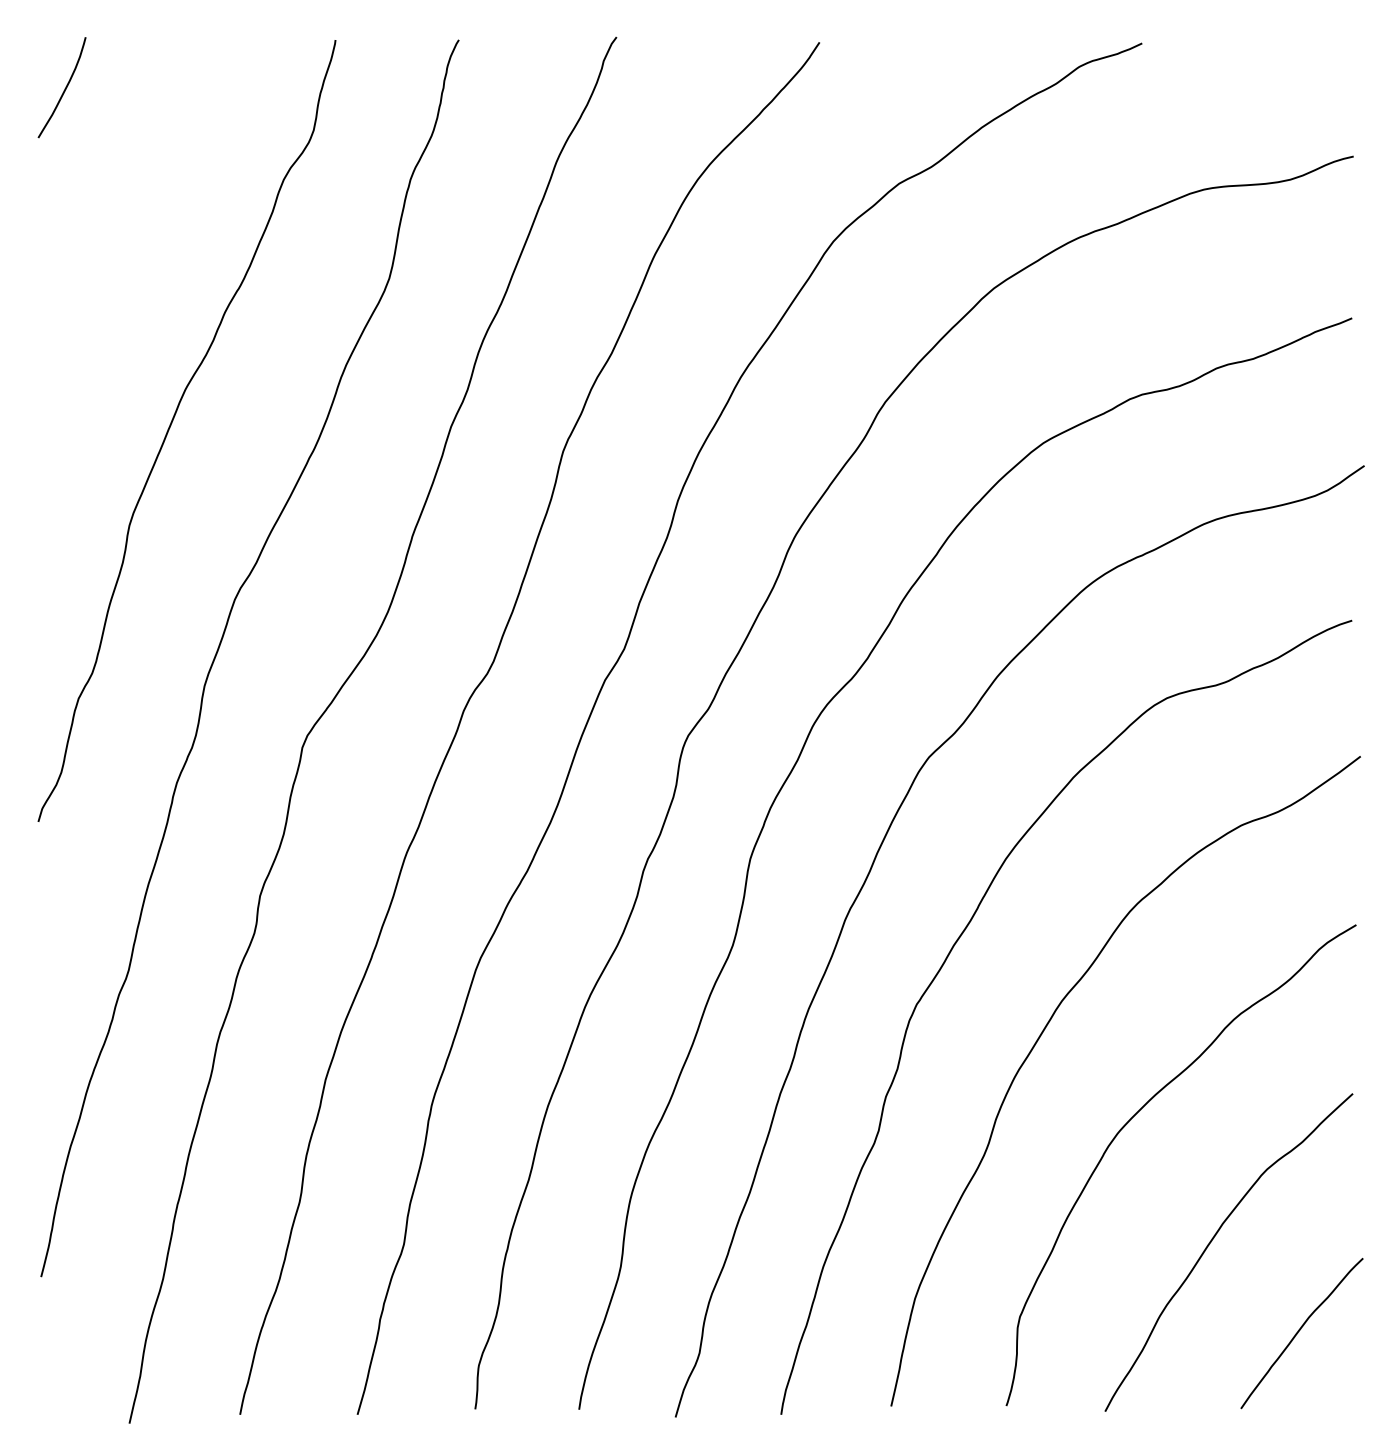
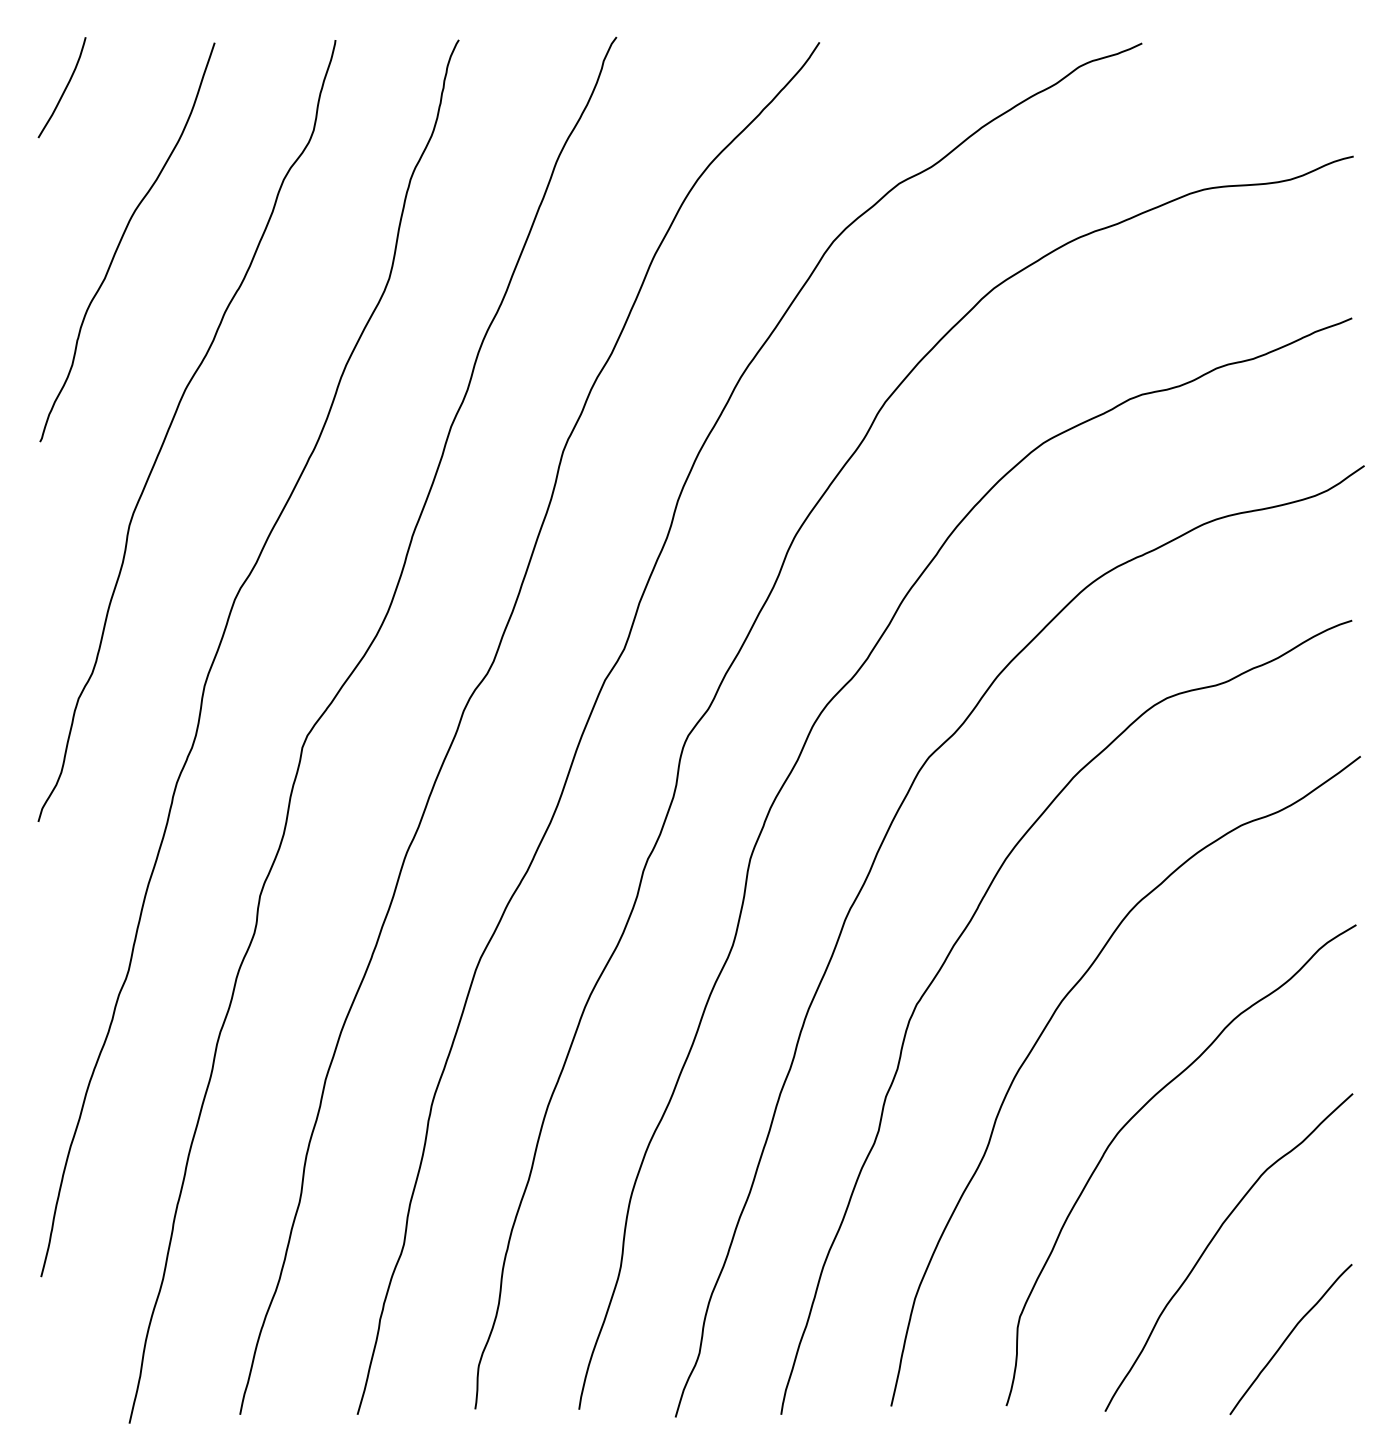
curve at (122, 239): none -> present
curve at (1299, 1331) position: (1299, 1331) -> (1288, 1337)
